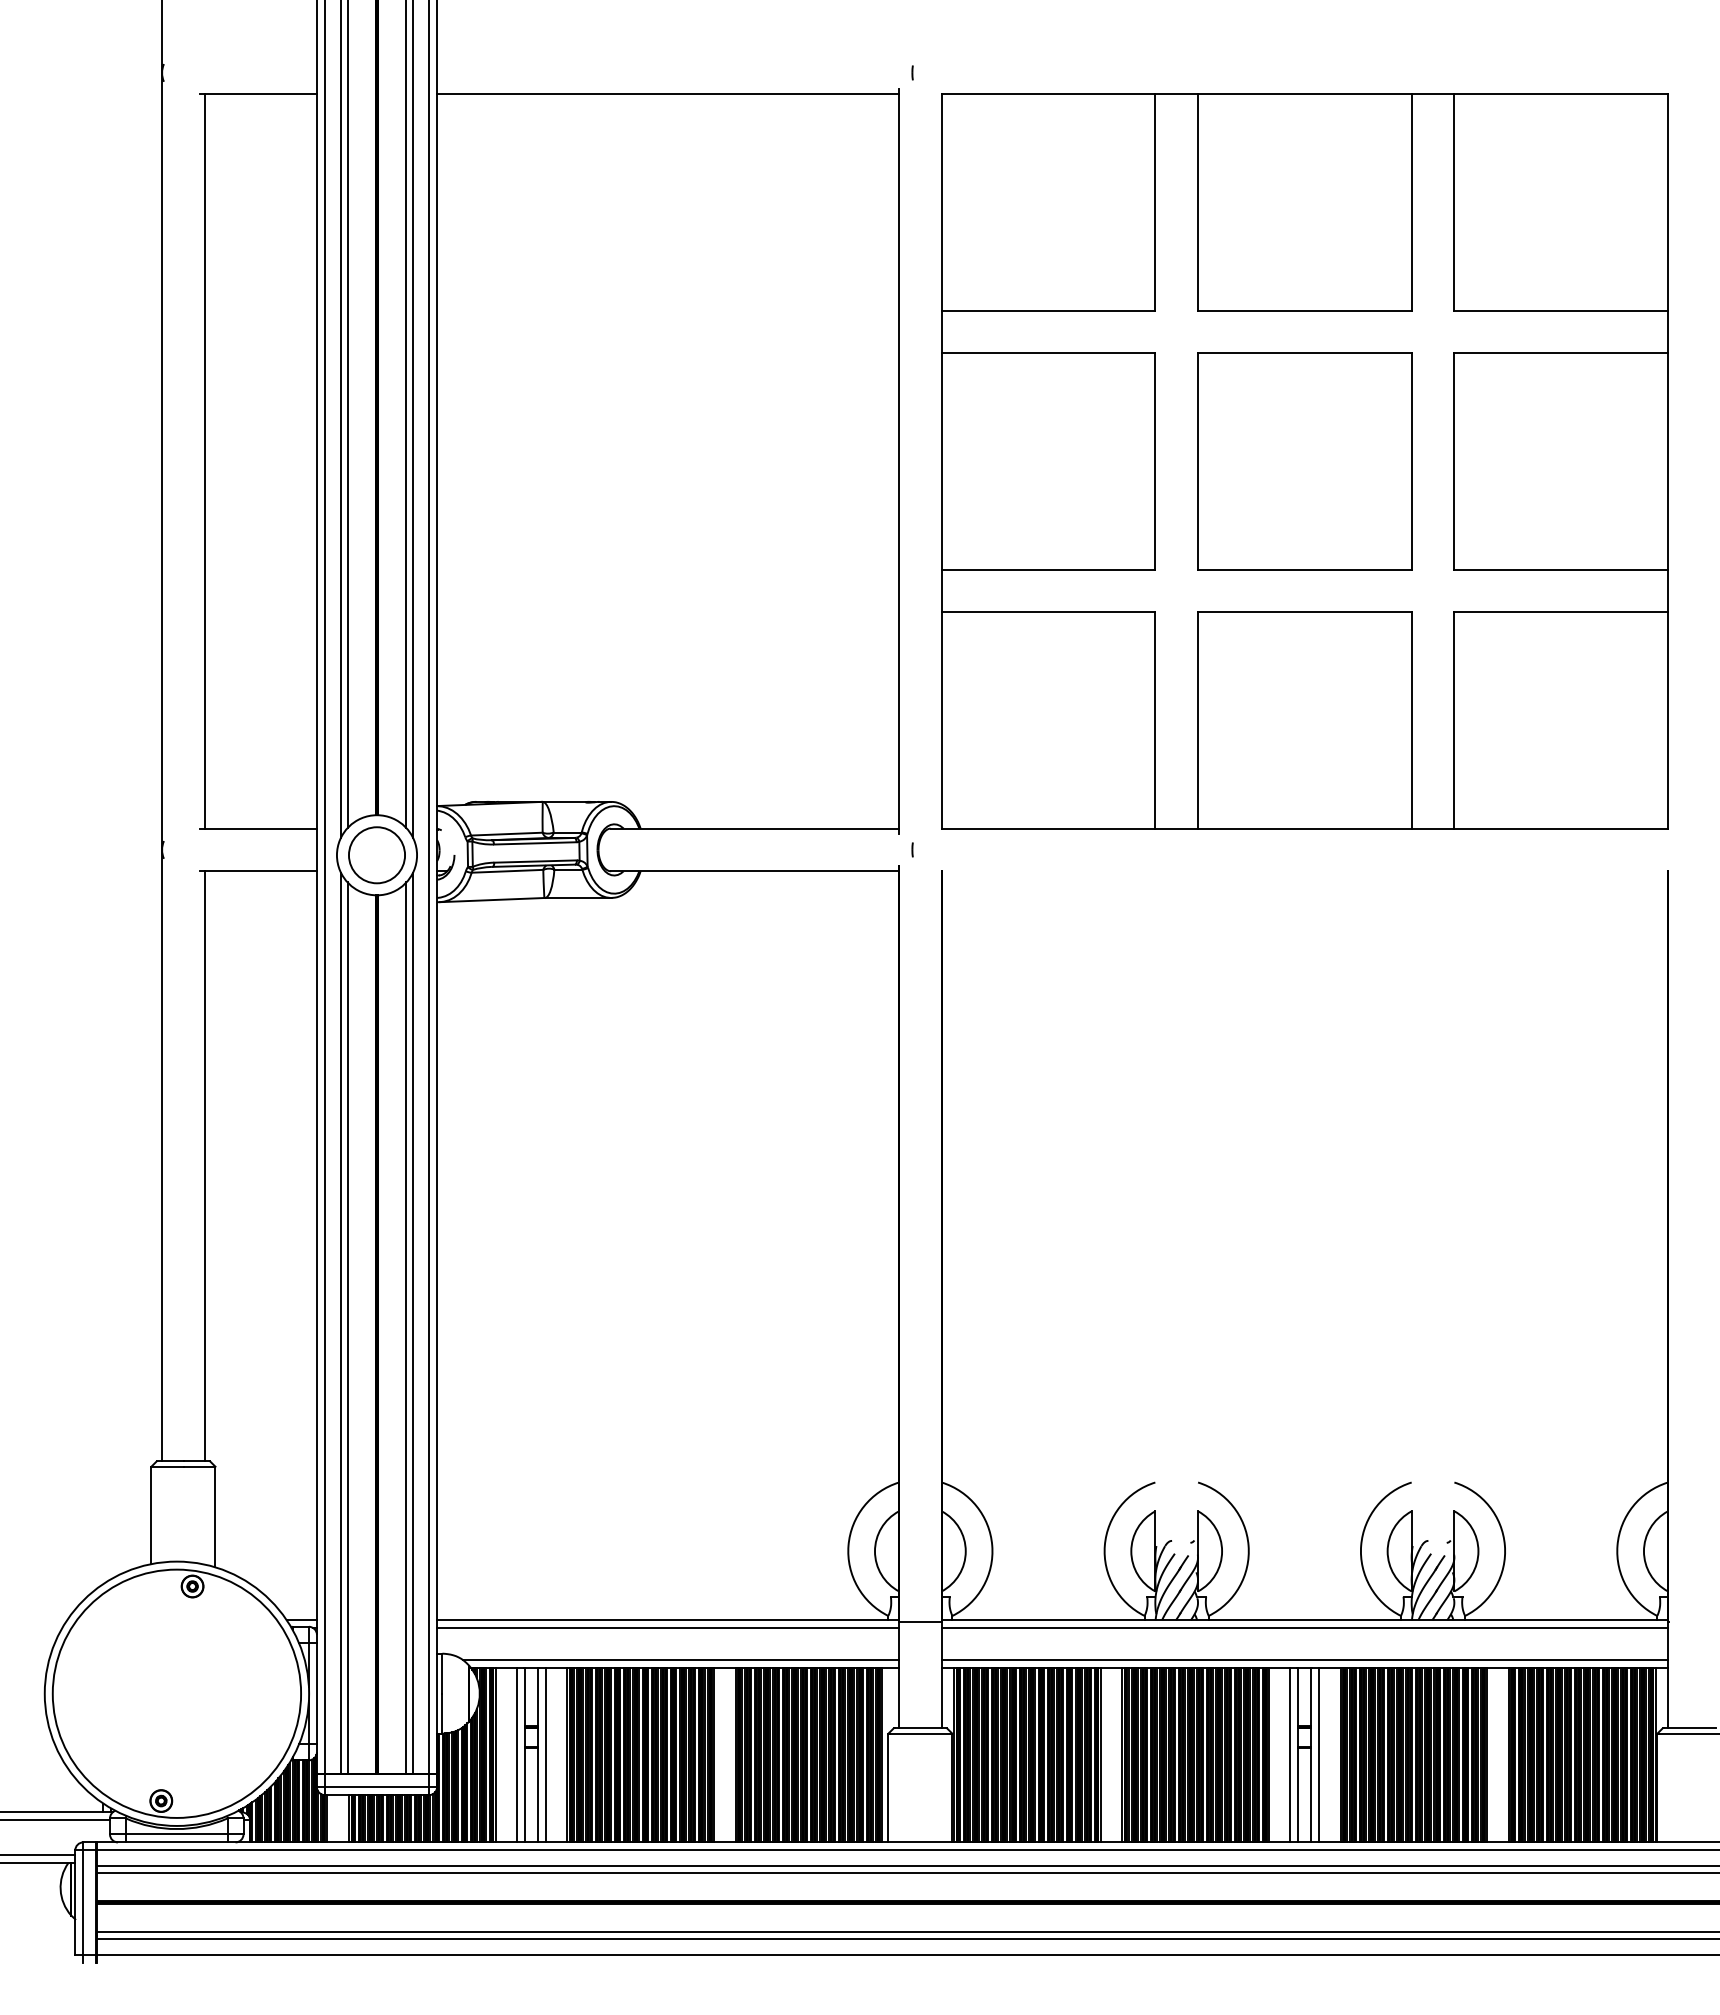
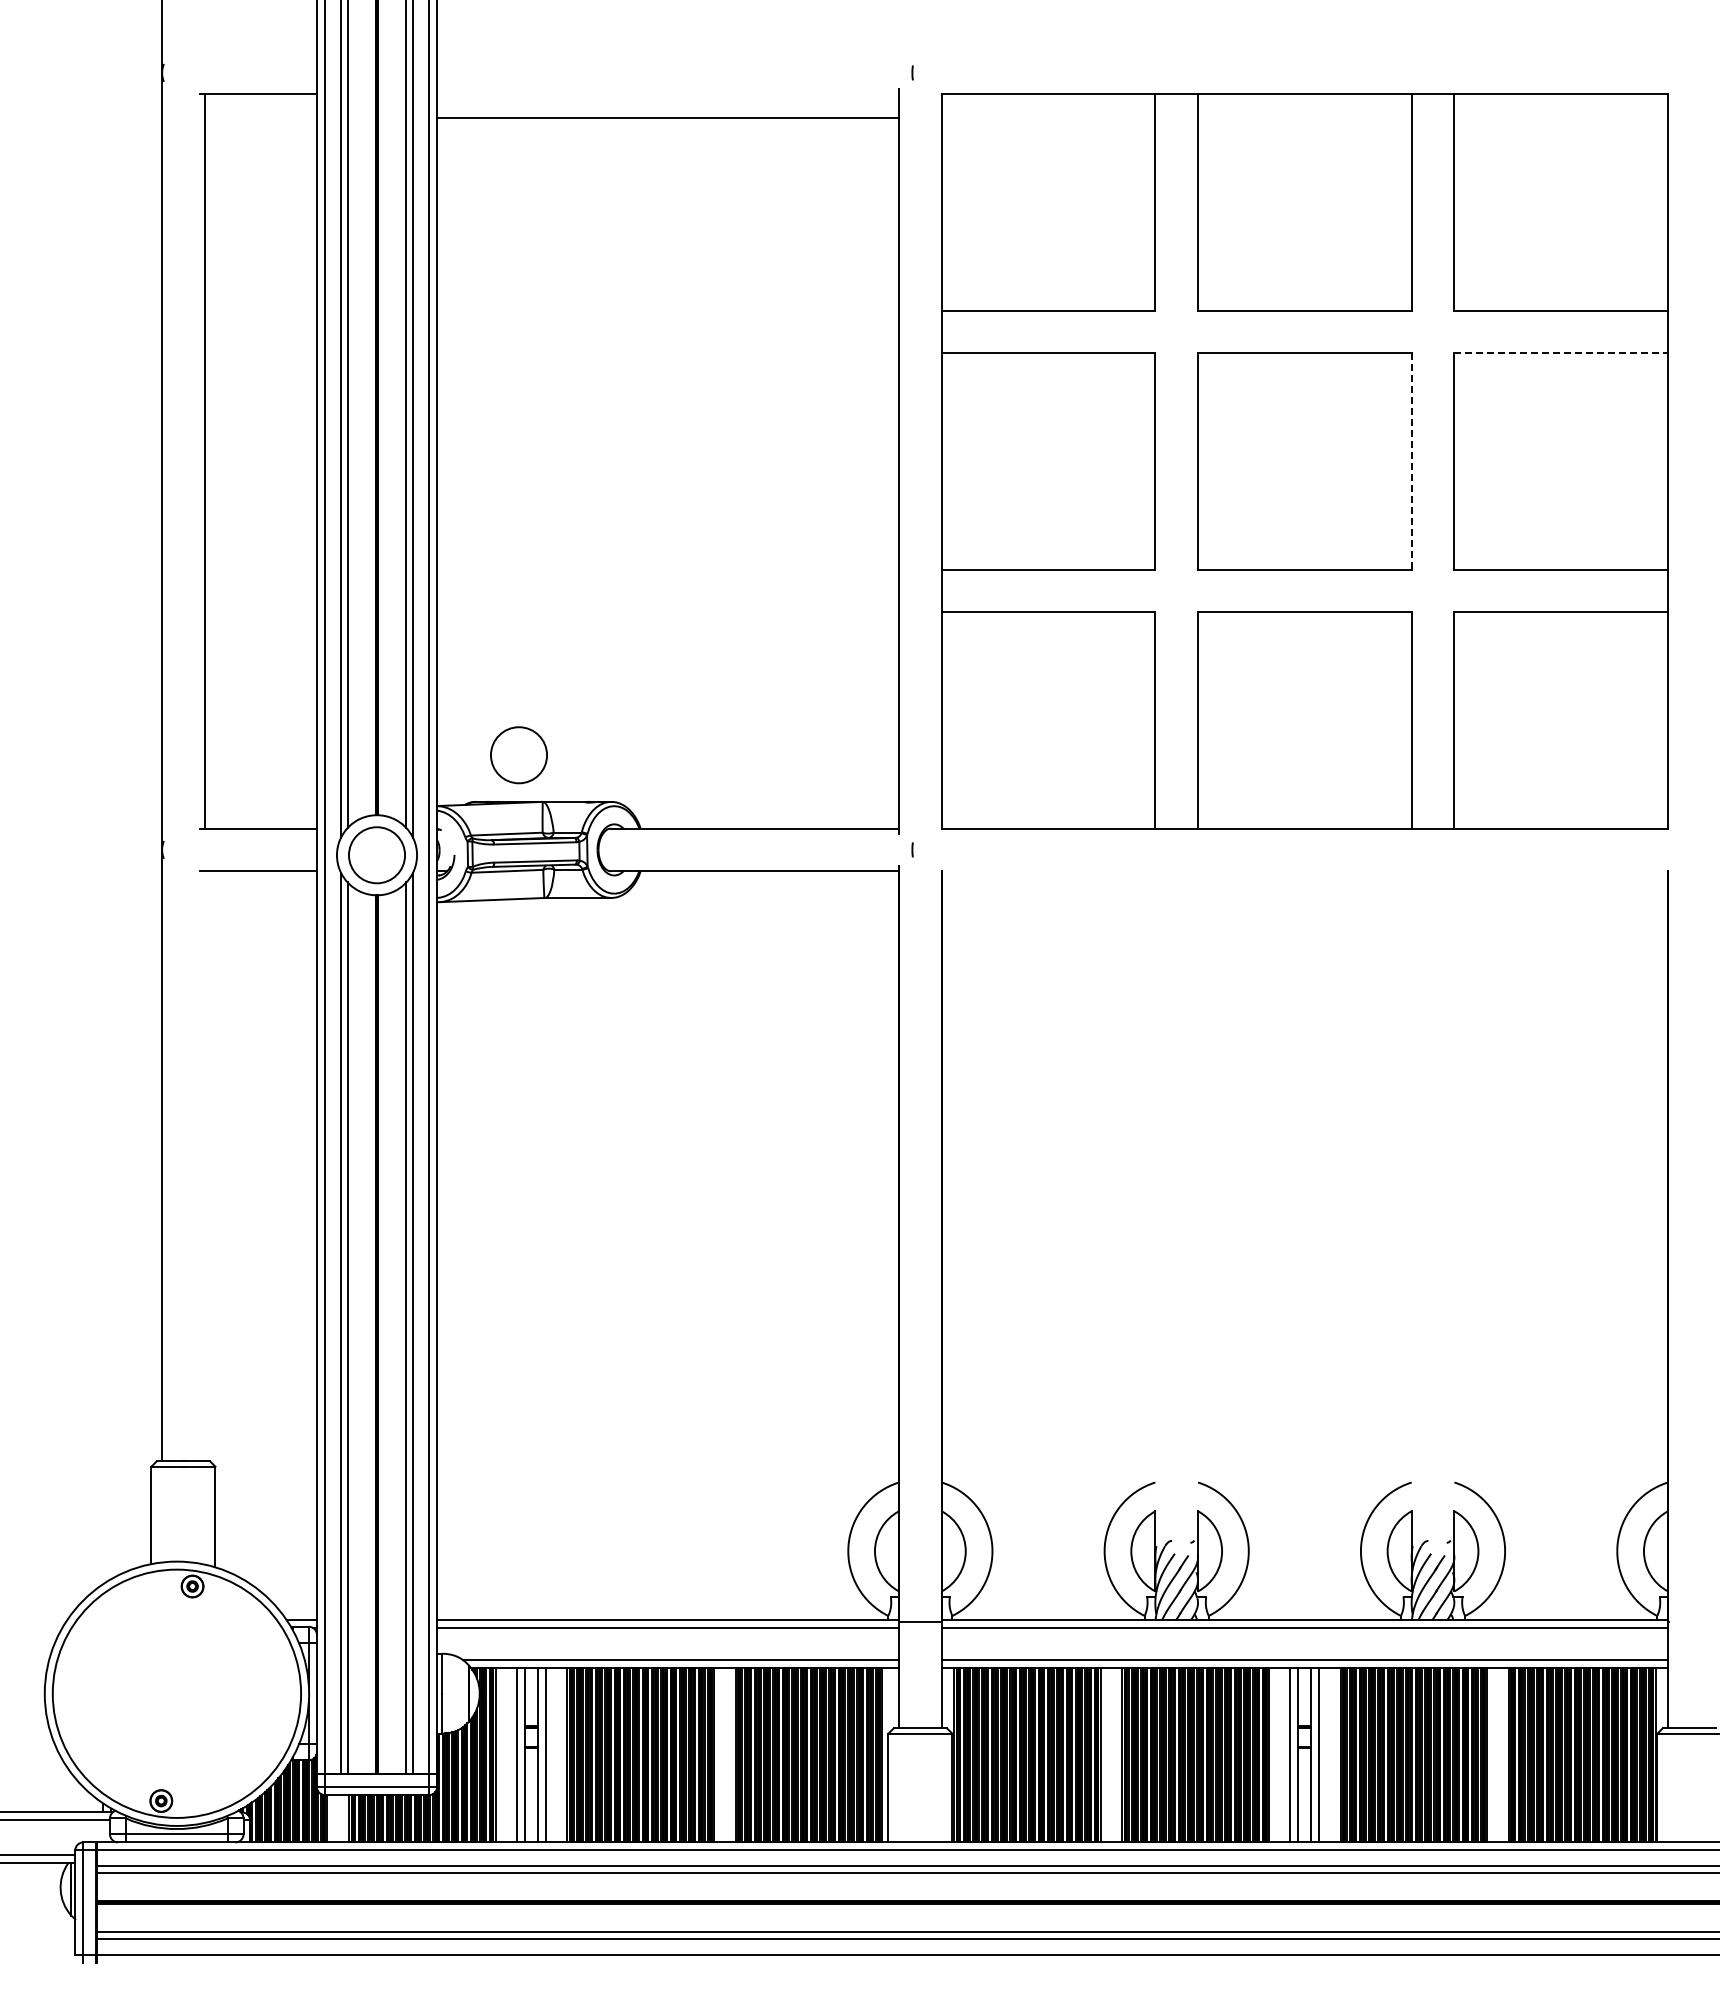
line at (668, 94) position: (668, 94) -> (668, 118)
line at (1561, 352): solid -> dashed
line at (1411, 461): solid -> dashed
circle at (518, 755): none -> present
line at (204, 1166): present -> none
